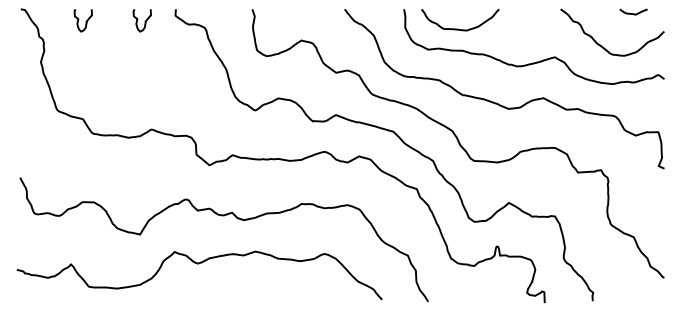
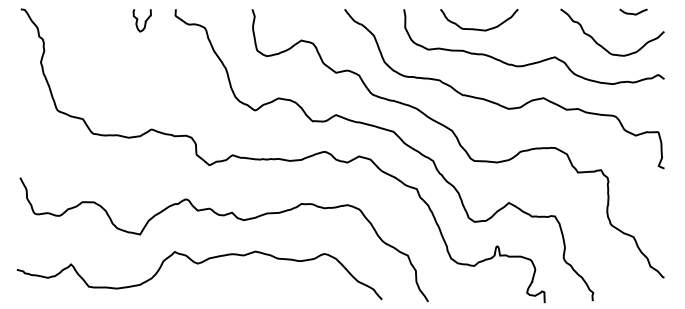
curve at (79, 19): present -> none
curve at (458, 28) position: (458, 28) -> (477, 28)
